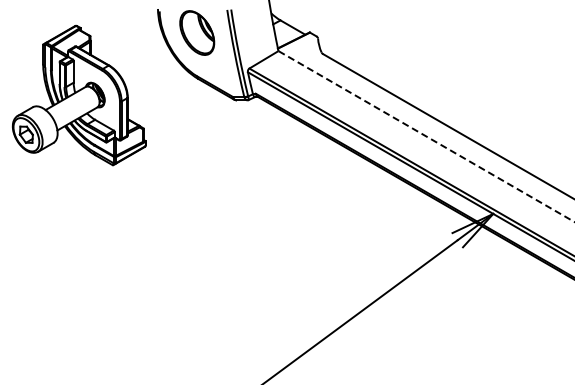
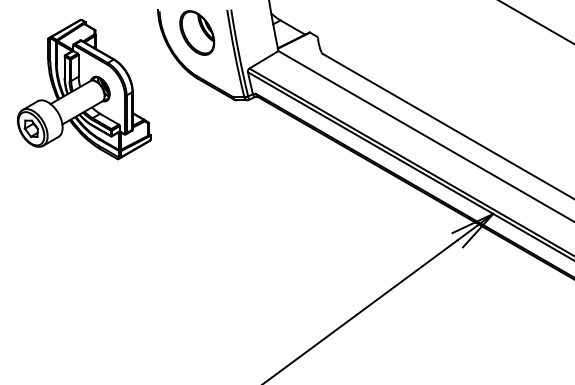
line at (536, 22): none -> present
part at (78, 95) position: (78, 95) -> (83, 89)
line at (426, 136): dashed -> solid
